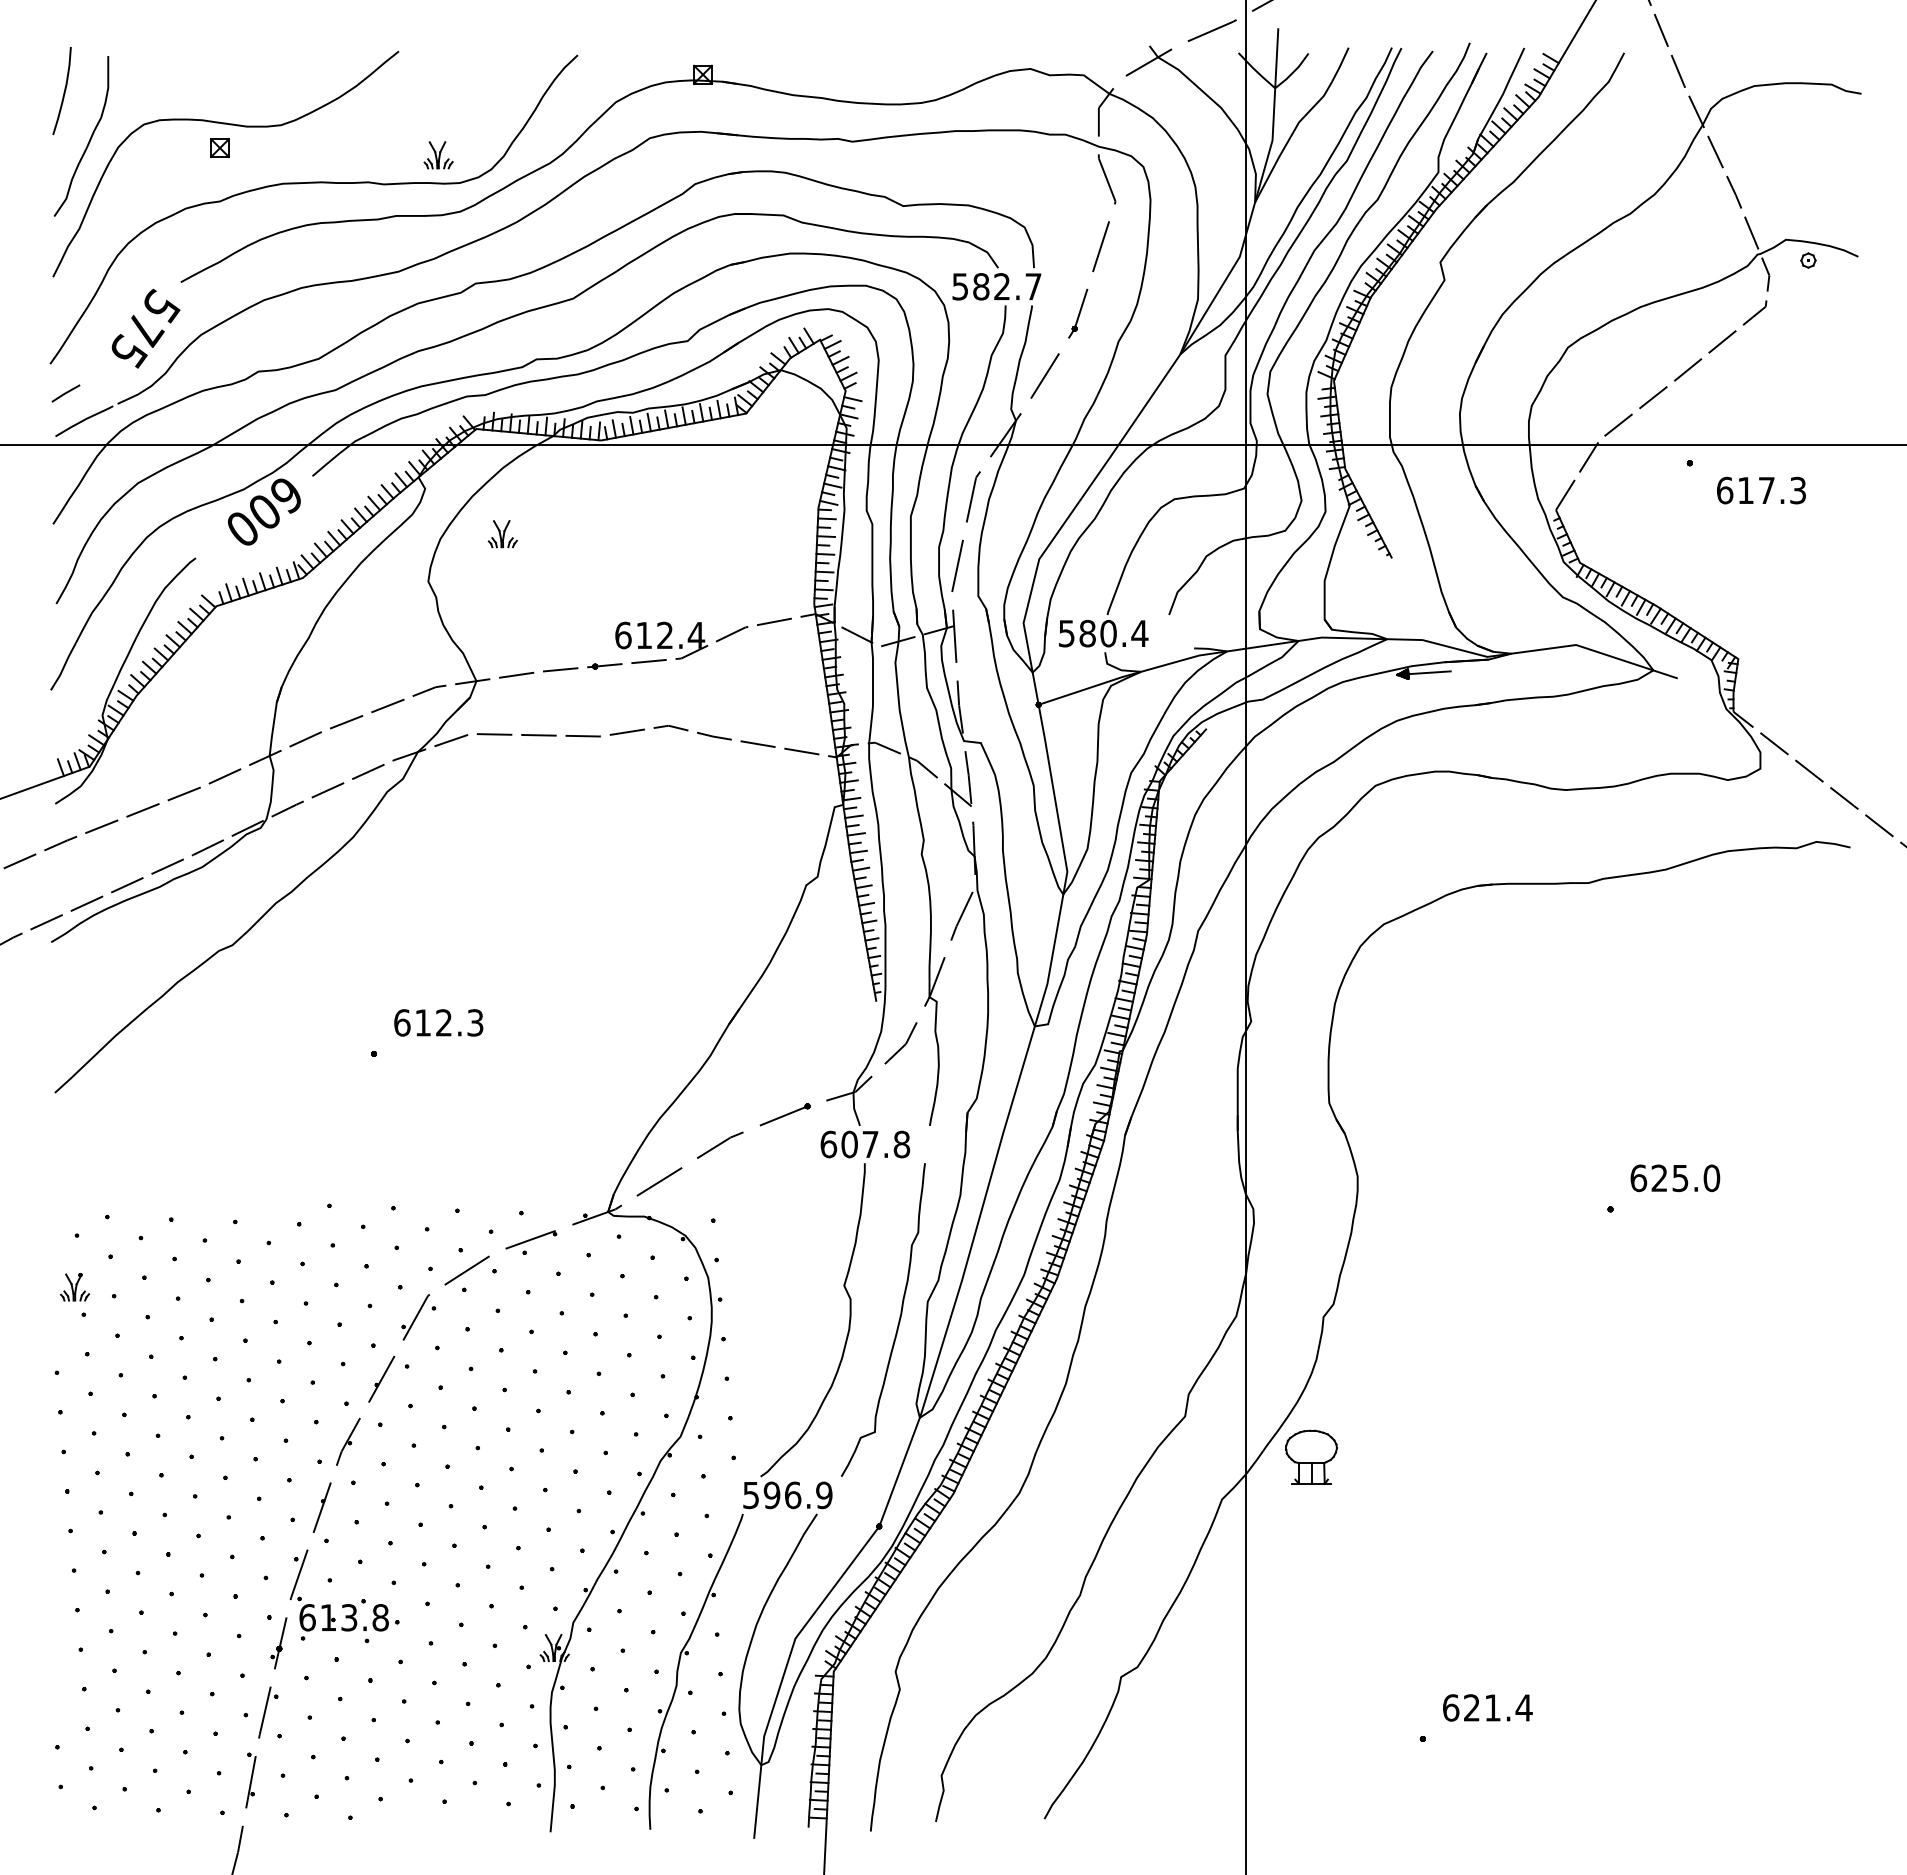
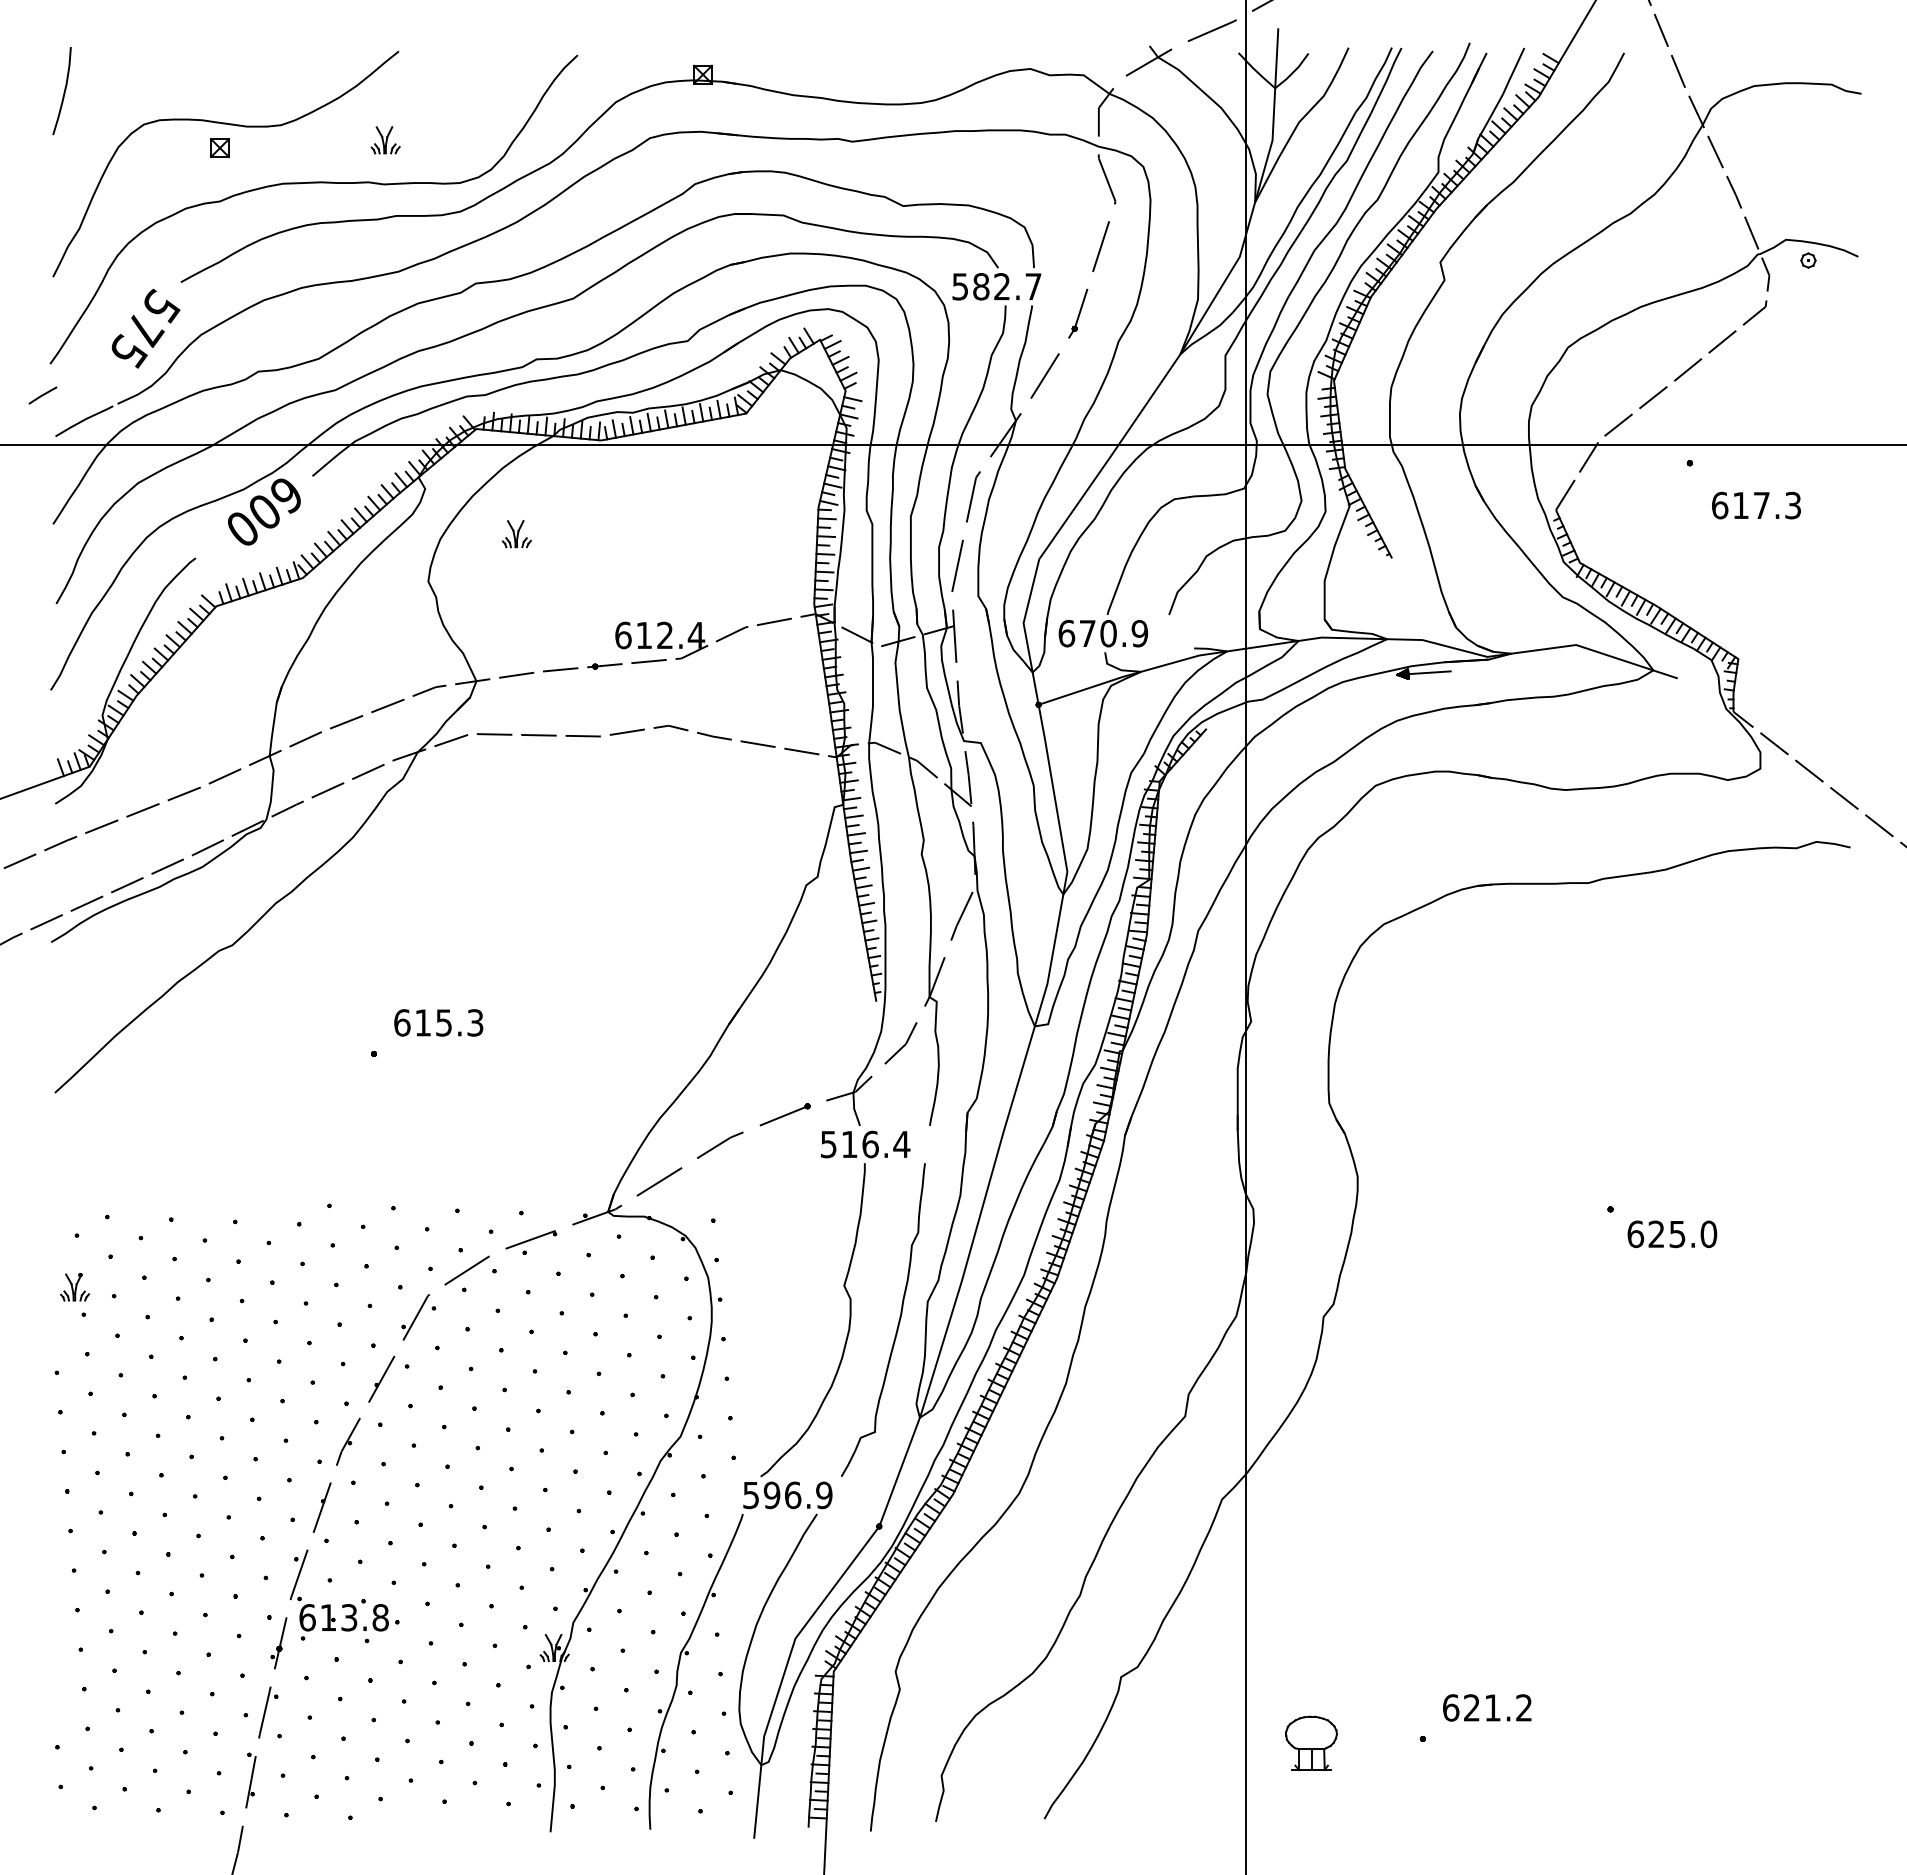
curve at (89, 138): present -> none
part at (438, 155) position: (438, 155) -> (385, 140)
line at (65, 393) position: (65, 393) -> (42, 395)
text at (1761, 490) position: (1761, 490) -> (1756, 505)
part at (502, 534) position: (502, 534) -> (516, 534)
text at (1103, 633): 580.4 -> 670.9
text at (443, 1022): 612.3 -> 615.3
text at (865, 1144): 607.8 -> 516.4
text at (1675, 1178) position: (1675, 1178) -> (1672, 1234)
part at (1311, 1456) position: (1311, 1456) -> (1311, 1742)
text at (1523, 1707): 621.4 -> 621.2
